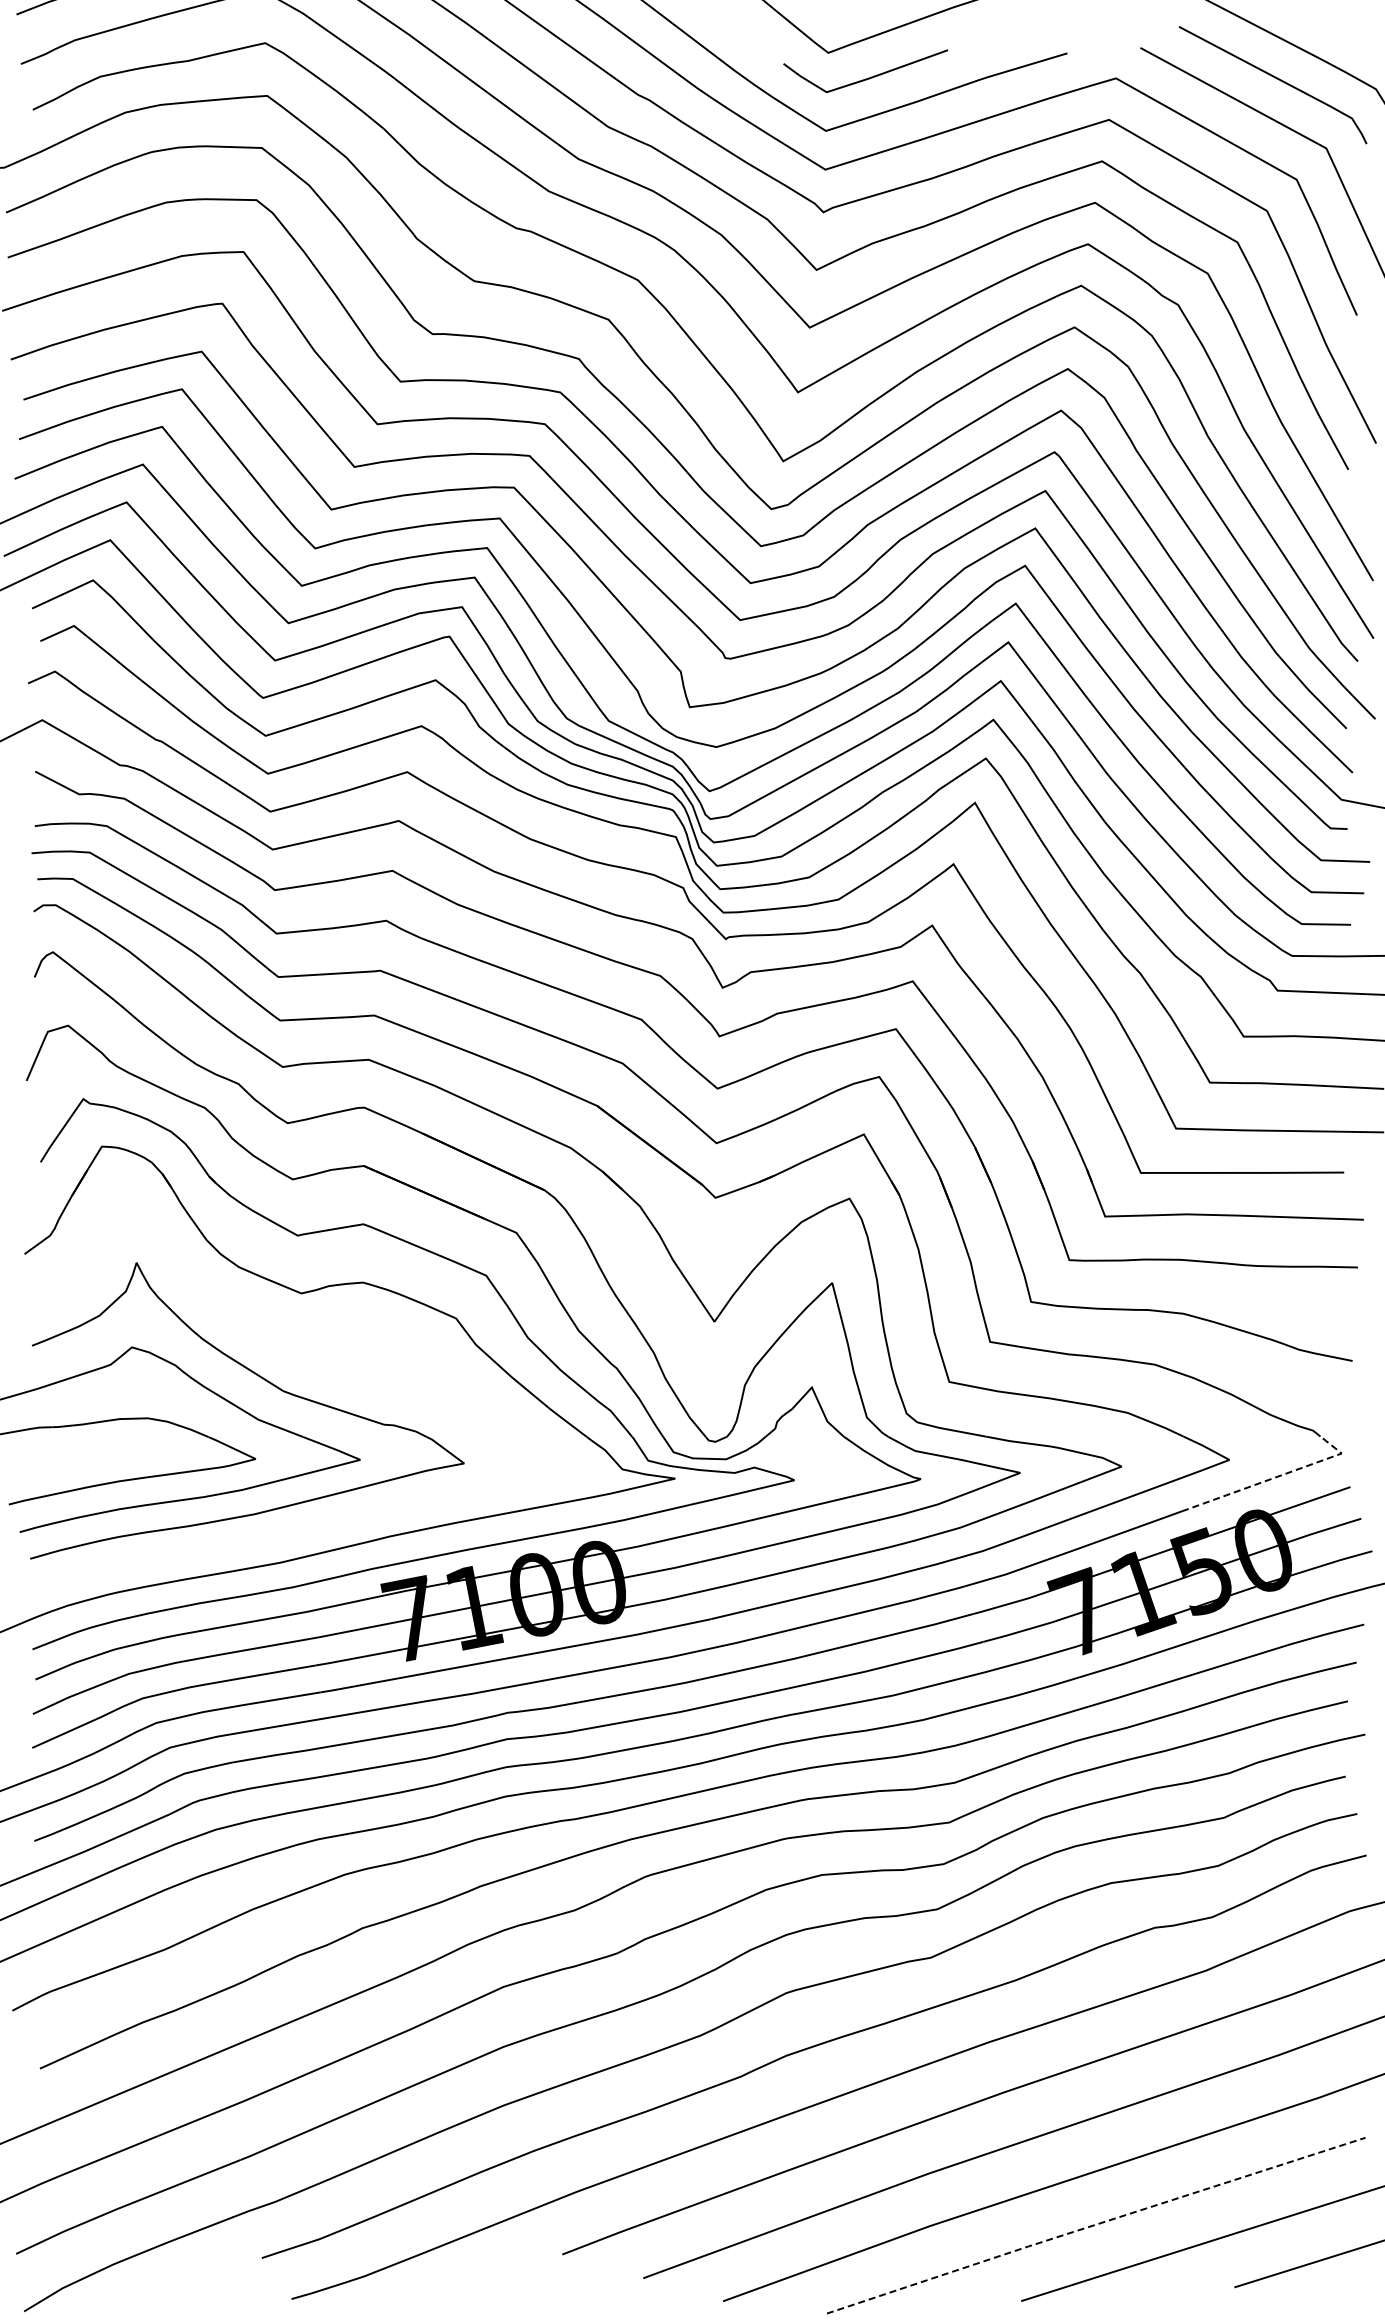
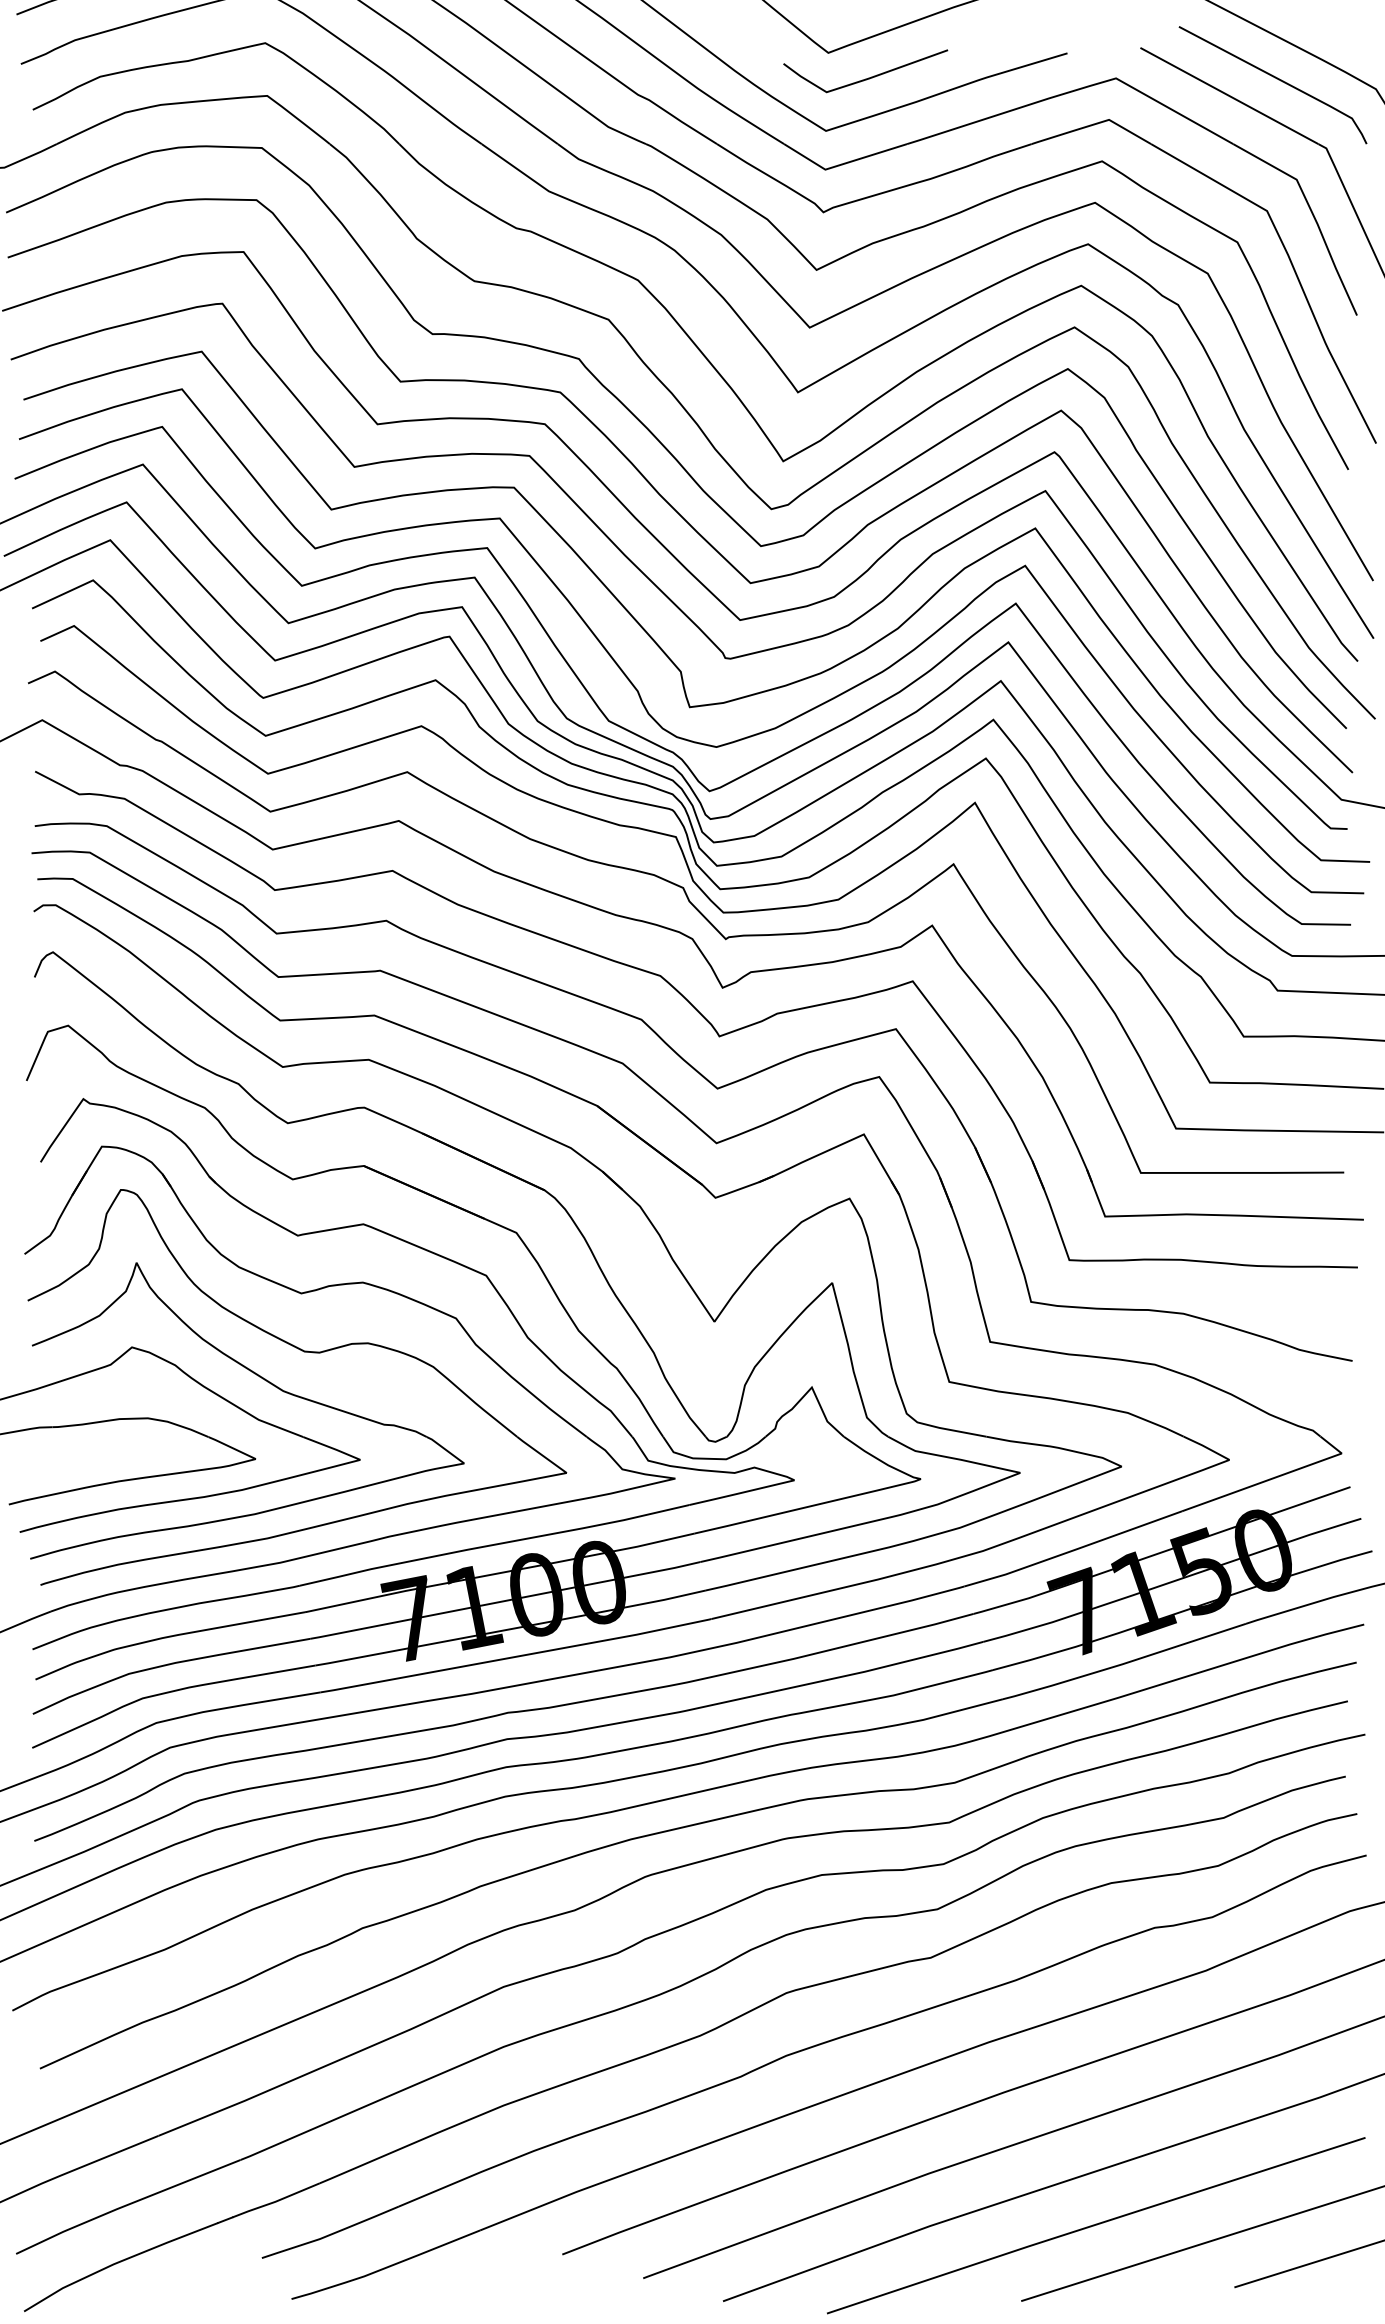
part at (304, 1352): none -> present
line at (1275, 1477): dashed -> solid
line at (1095, 2224): dashed -> solid
